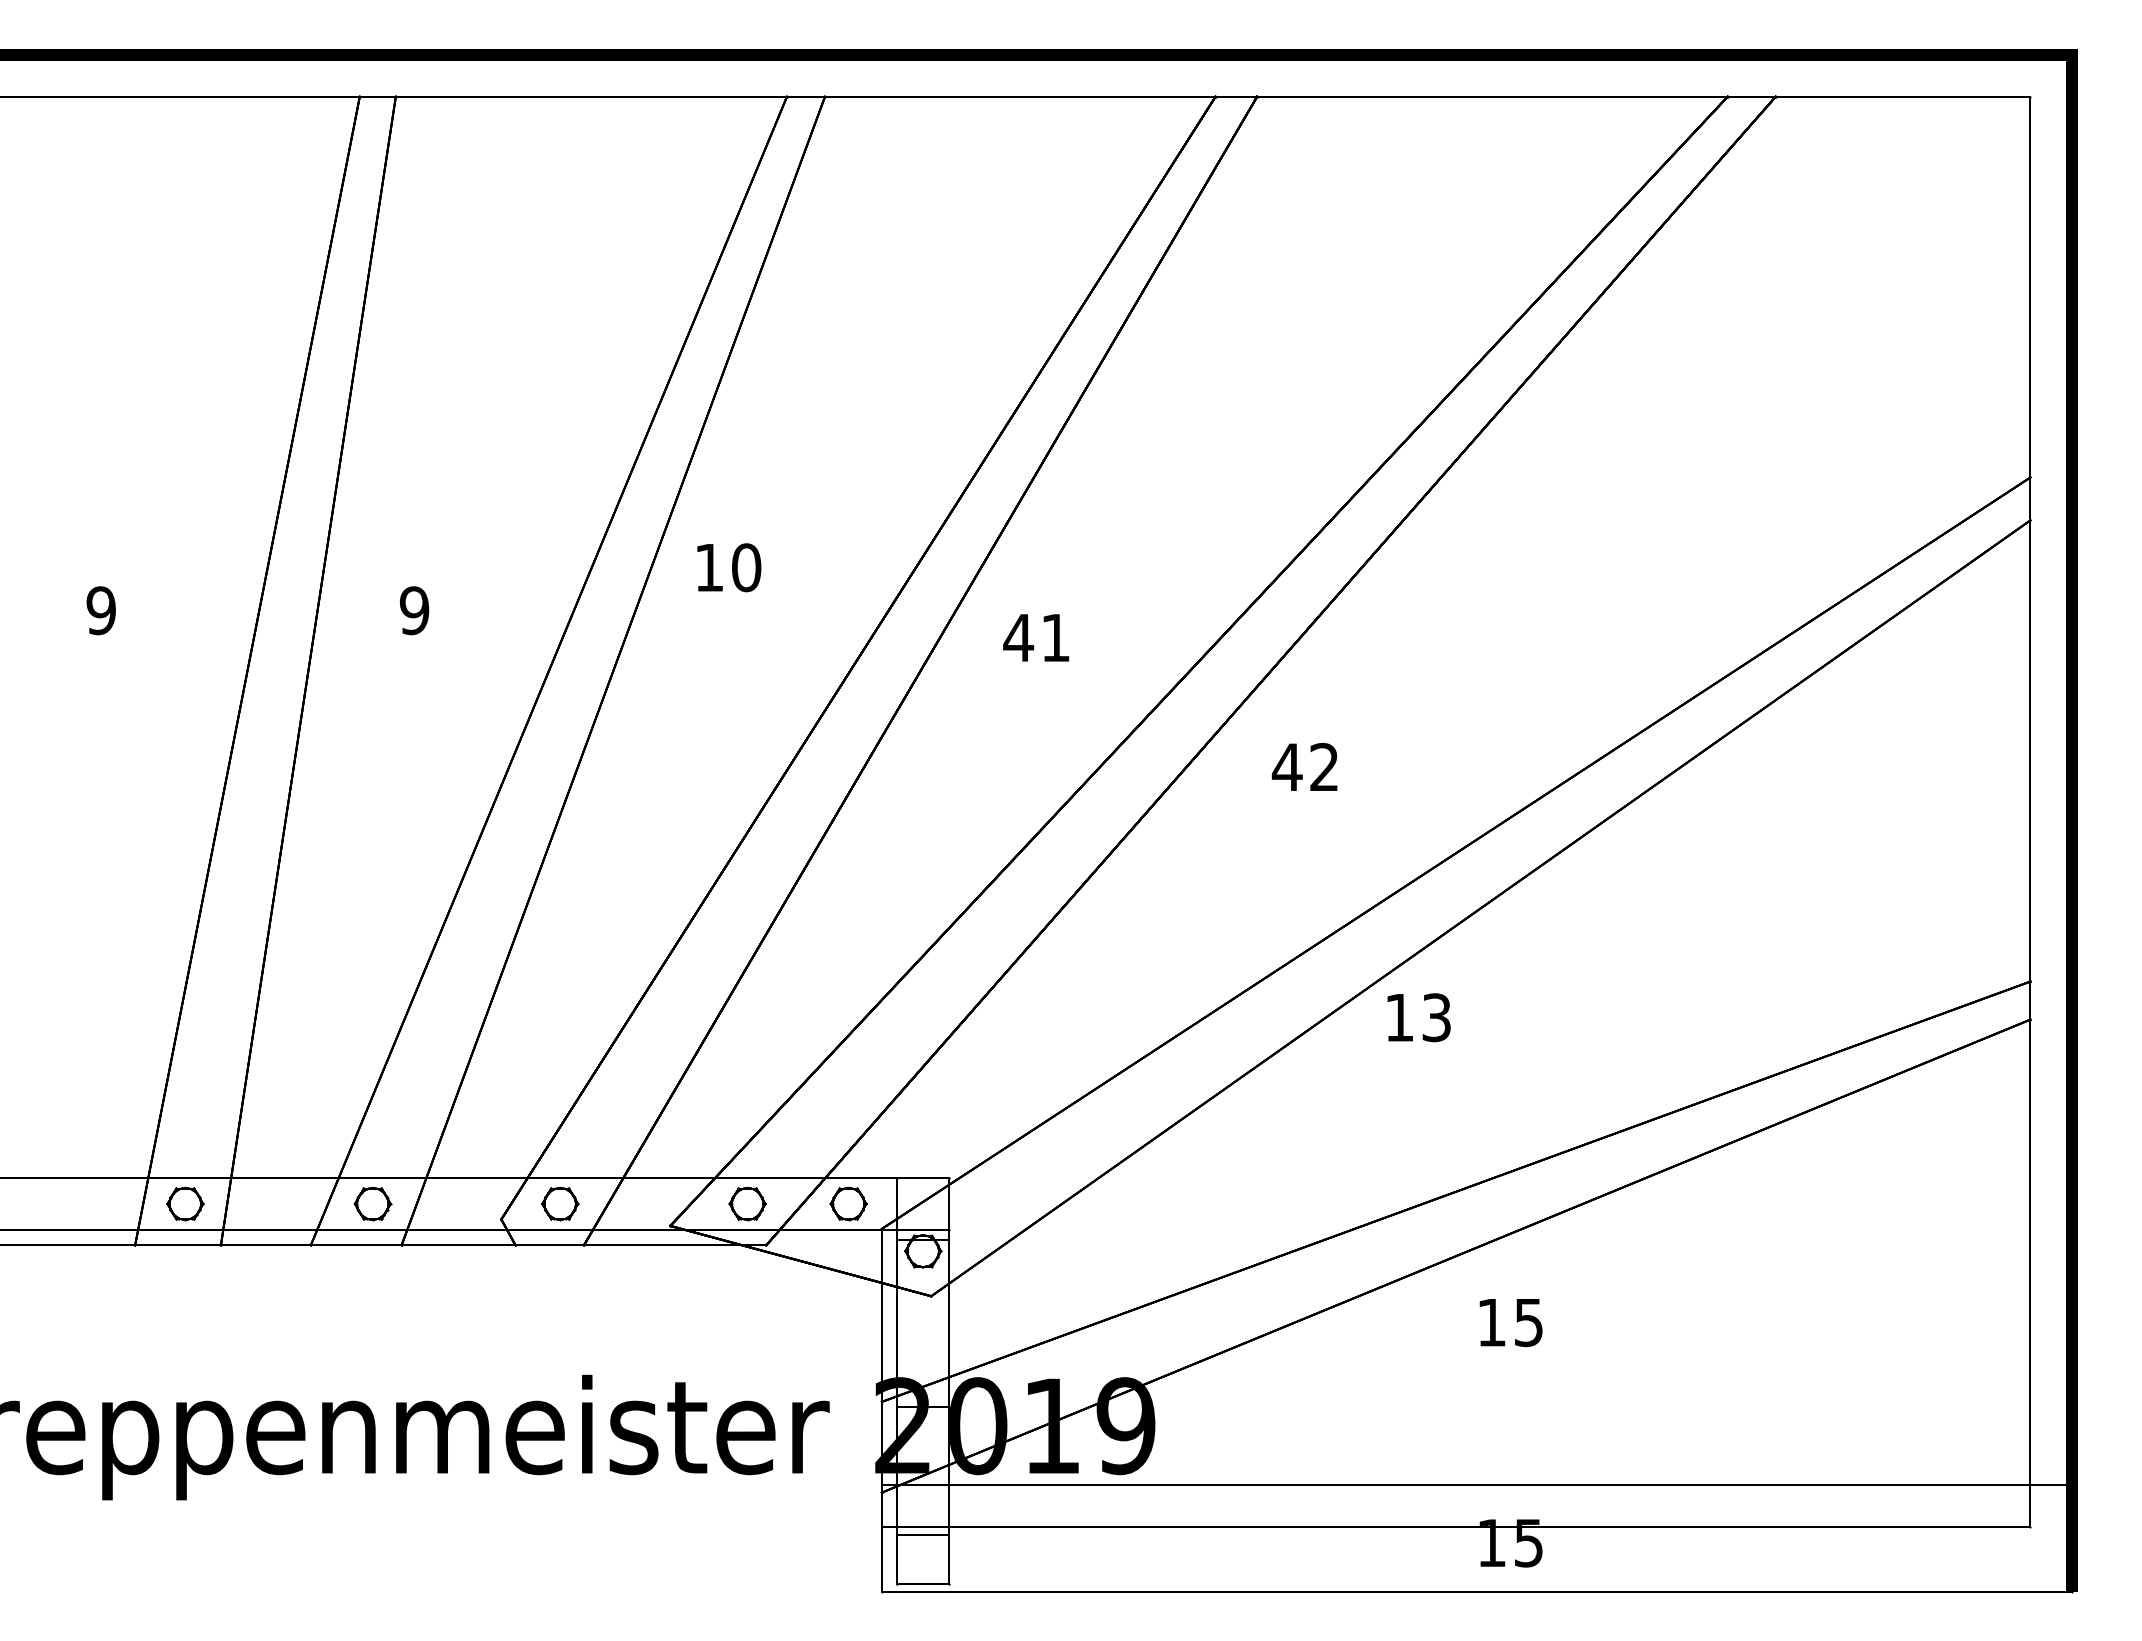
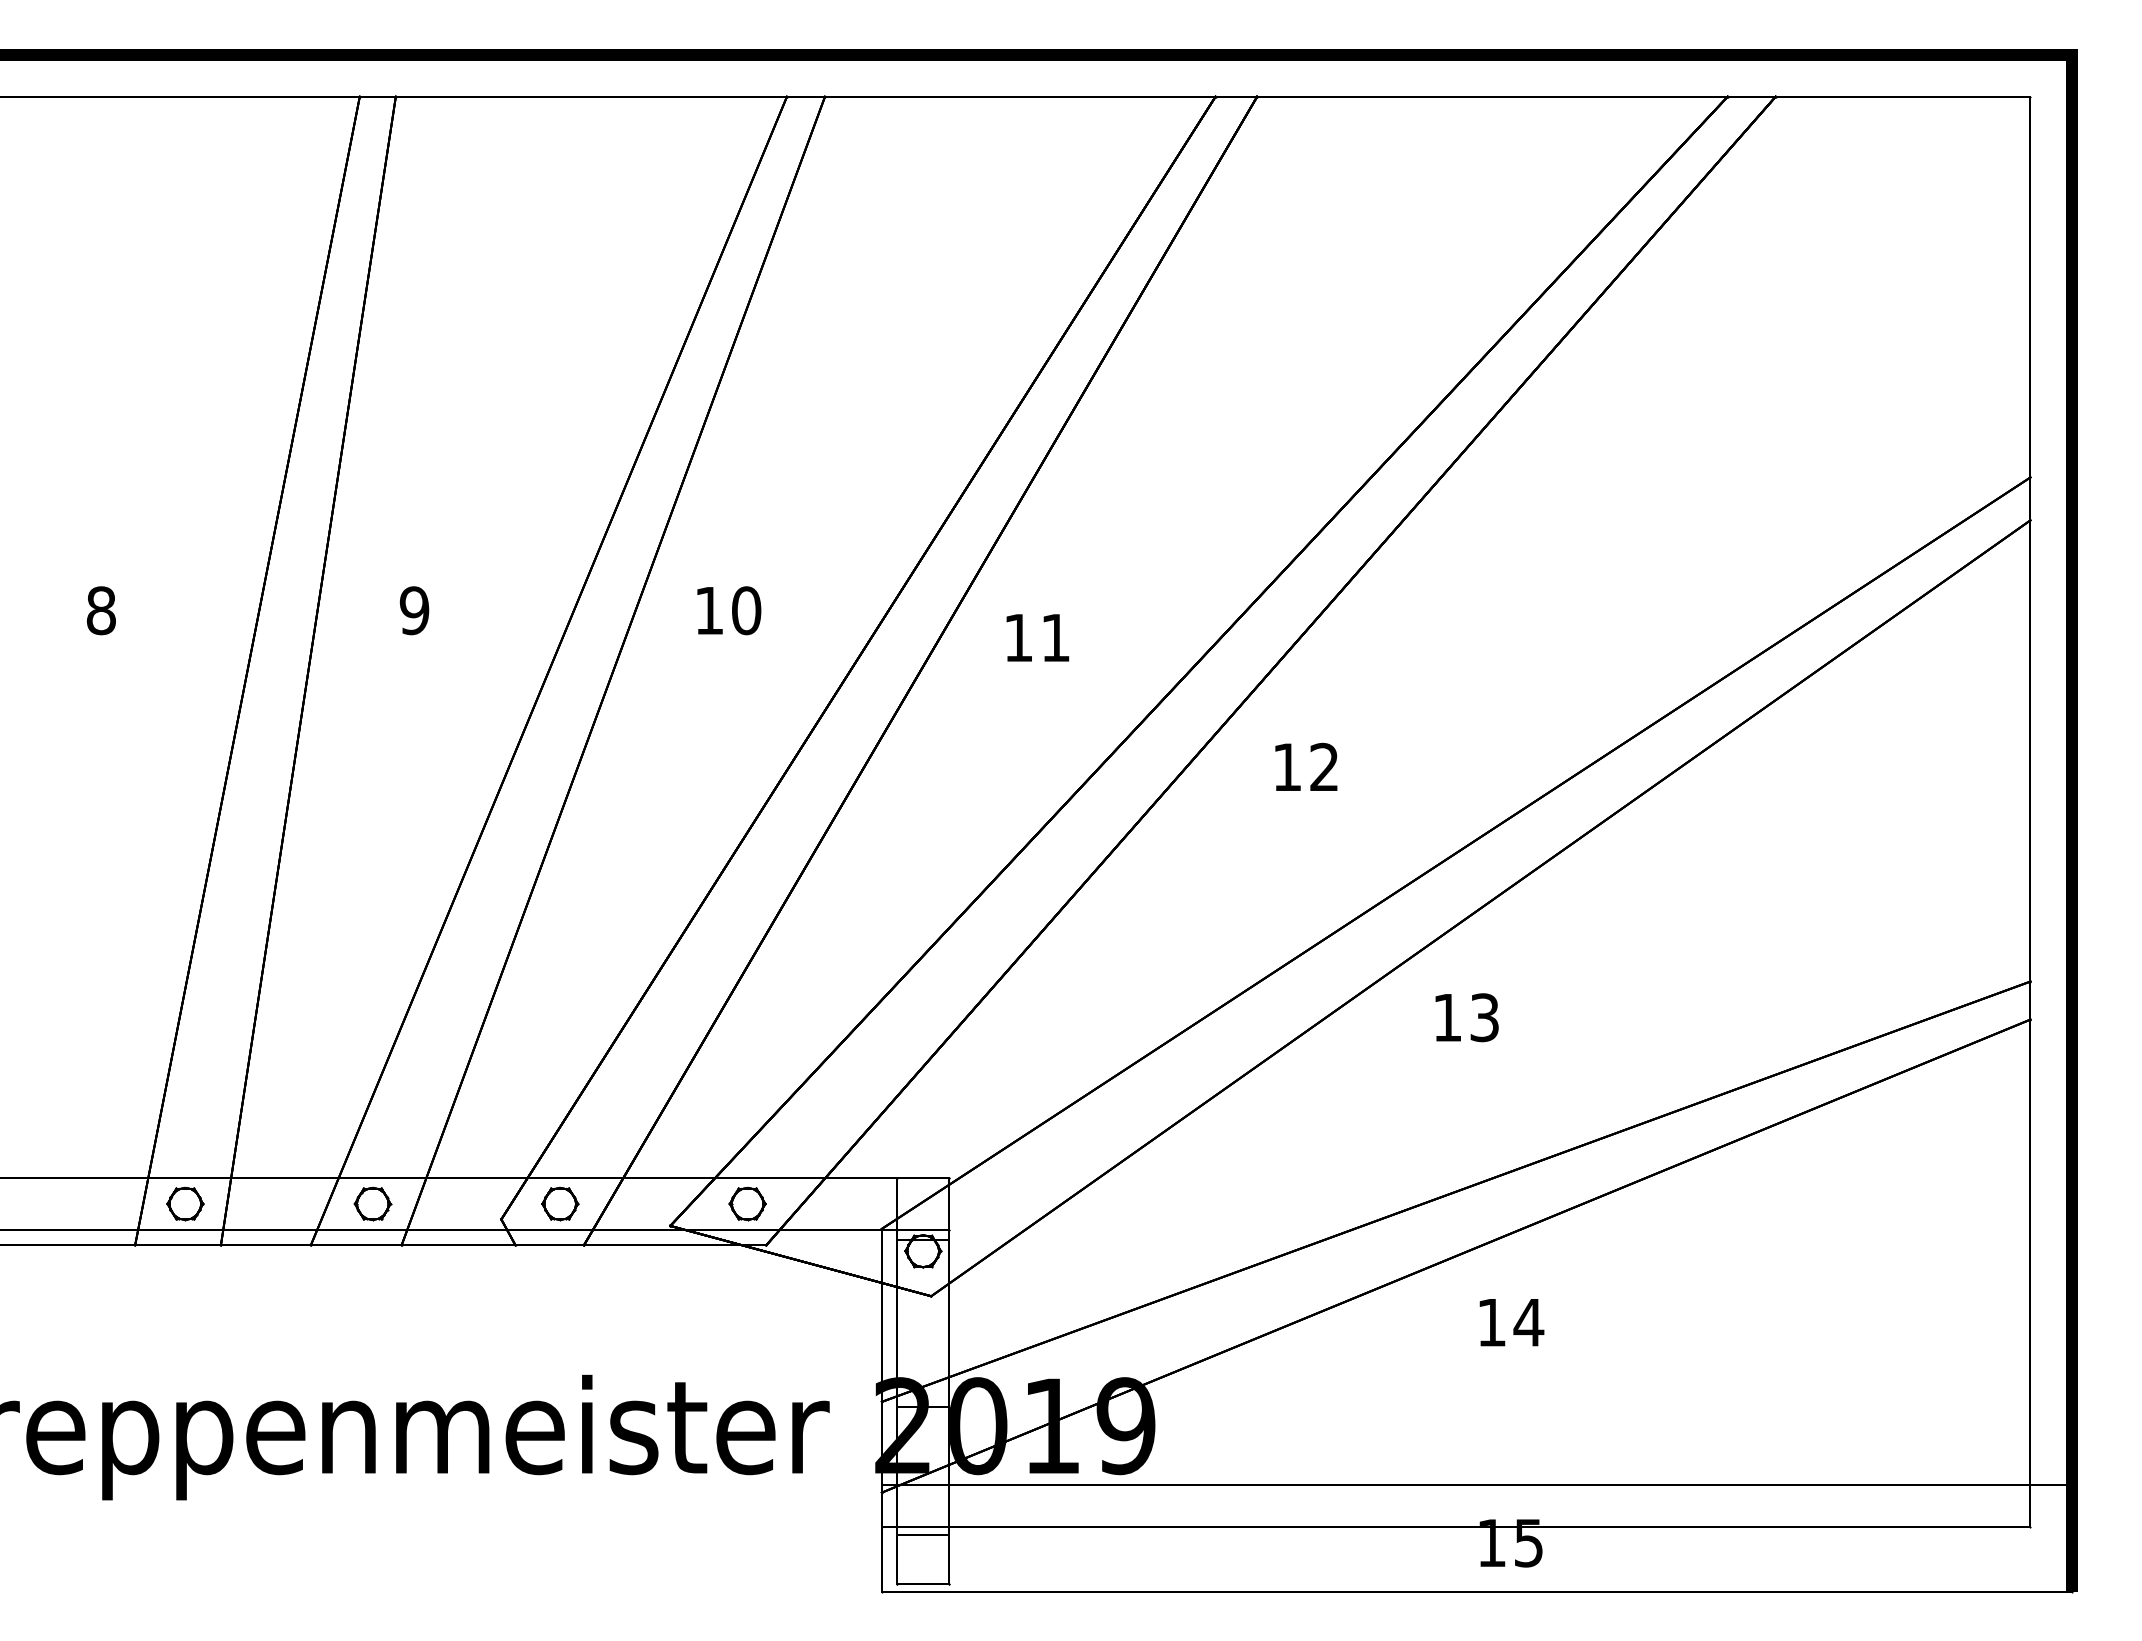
text at (729, 567) position: (729, 567) -> (729, 610)
text at (100, 610): 9 -> 8
text at (1018, 637): 41 -> 11
text at (1286, 766): 42 -> 12
text at (1418, 1017) position: (1418, 1017) -> (1466, 1017)
part at (848, 1203): present -> none
text at (1528, 1323): 15 -> 14
